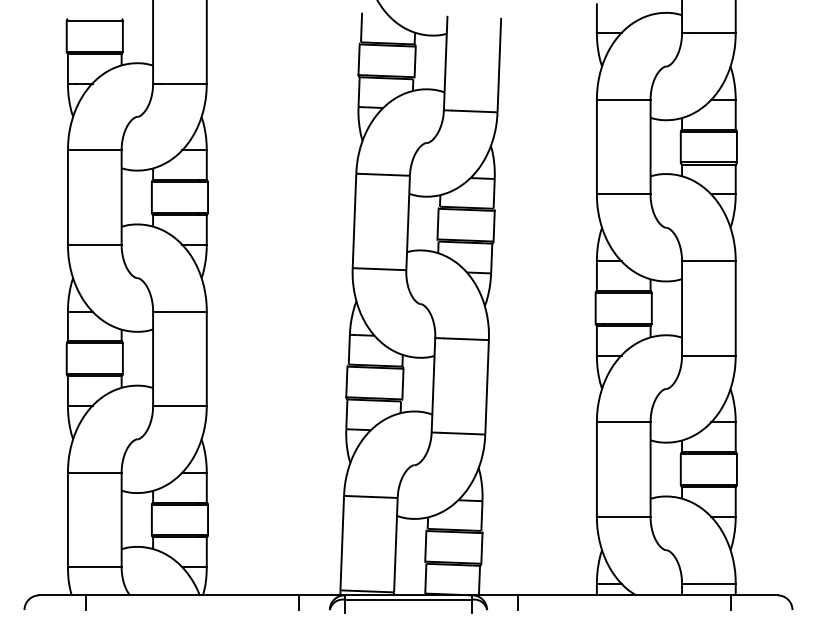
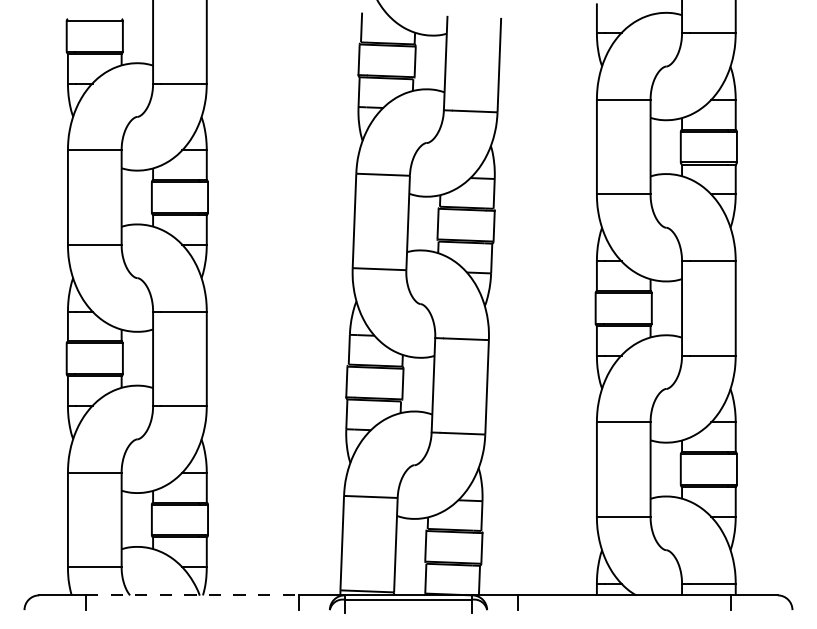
line at (192, 595): solid -> dashed
